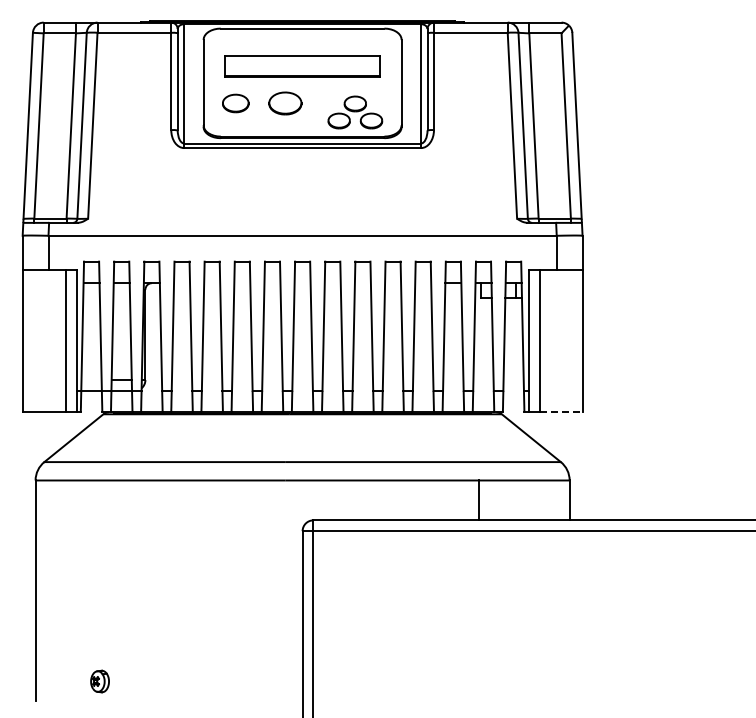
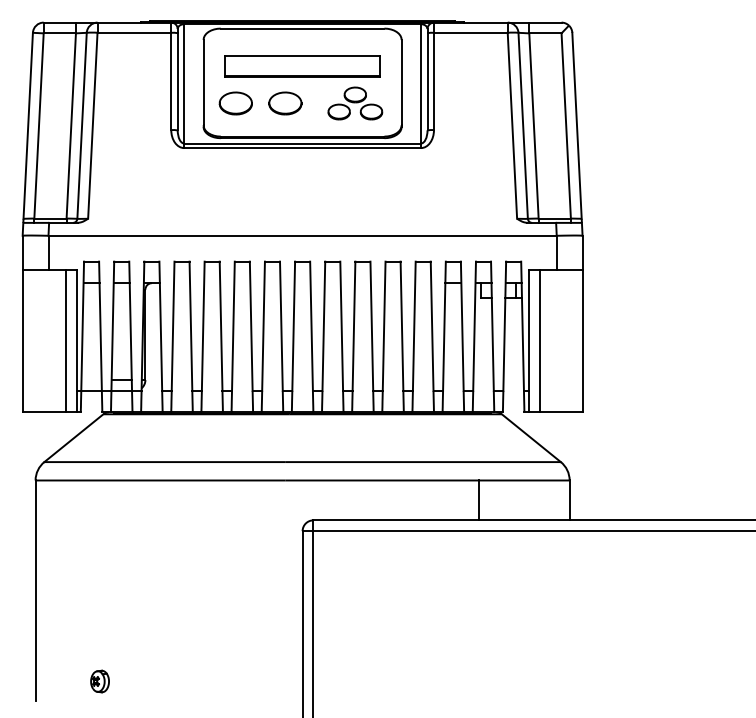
part at (235, 103) size: 28x21 px -> 35x25 px
part at (355, 112) position: (355, 112) -> (355, 103)
line at (561, 412): dashed -> solid
